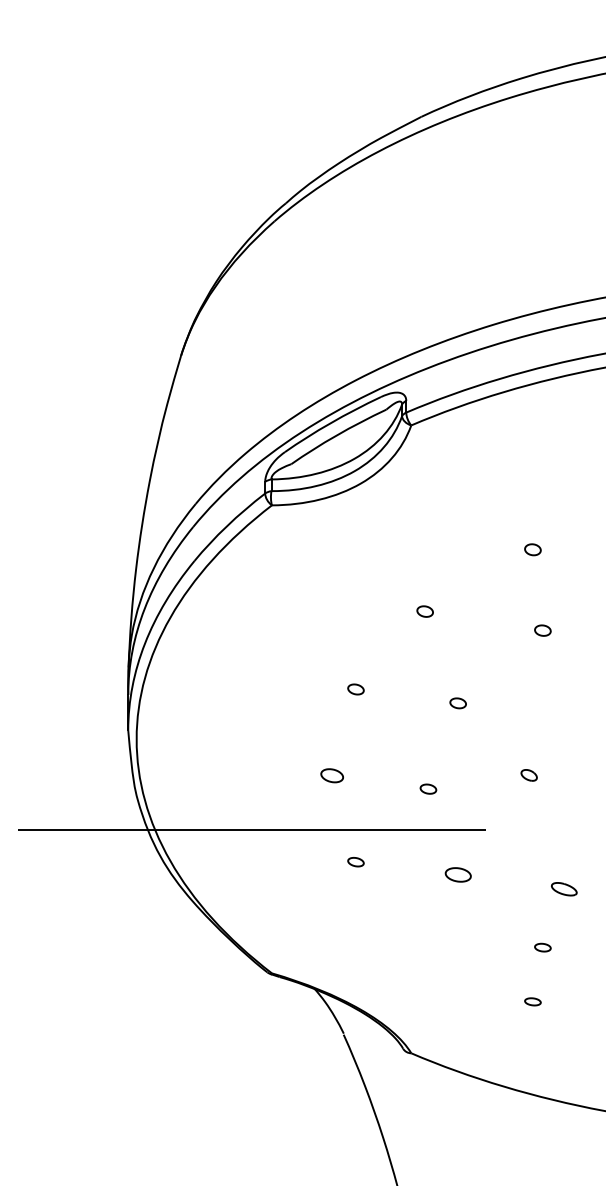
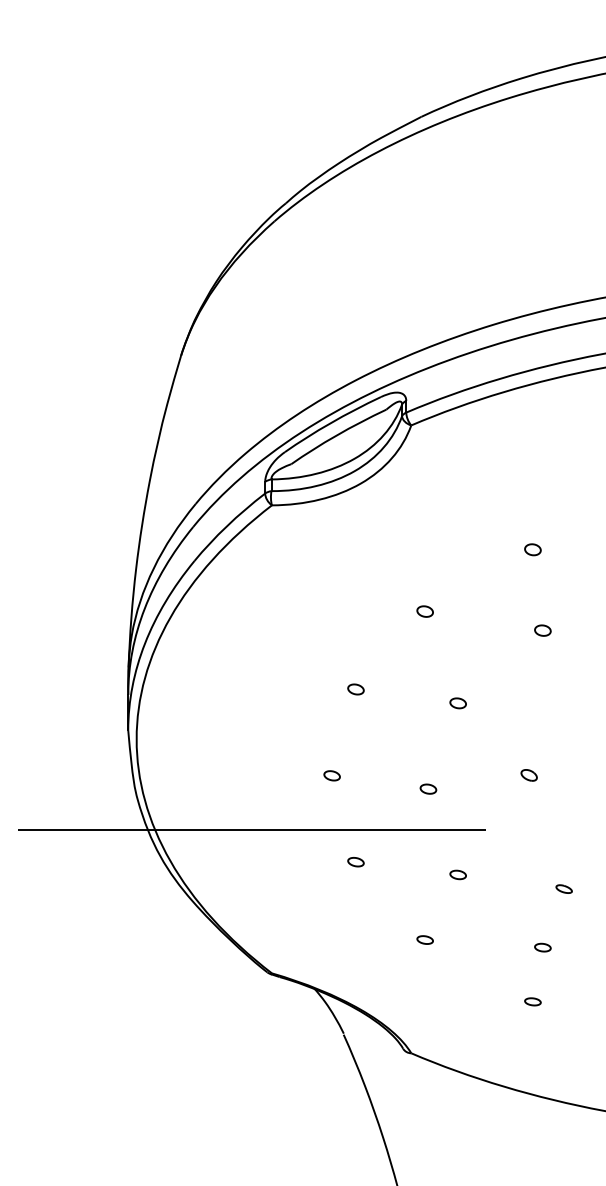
part at (331, 775) size: 24x16 px -> 18x12 px
part at (457, 874) size: 28x16 px -> 18x12 px
part at (564, 889) size: 27x15 px -> 18x10 px
part at (424, 939): none -> present
